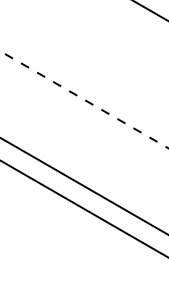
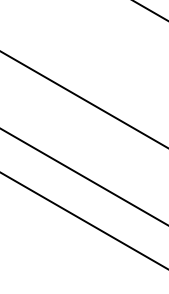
line at (84, 100): dashed -> solid
line at (83, 185) position: (83, 185) -> (83, 176)
line at (83, 208) position: (83, 208) -> (83, 220)
